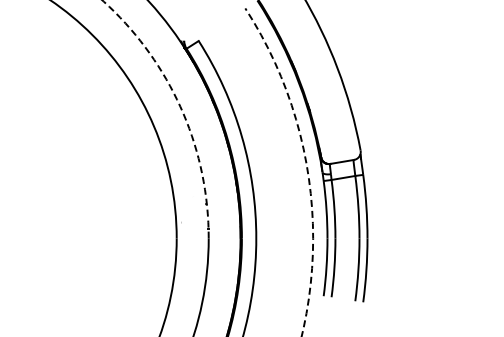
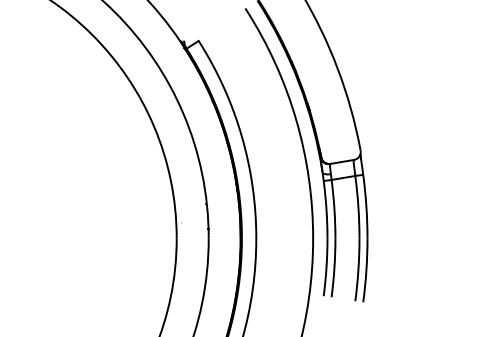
arc at (180, 106): dashed -> solid
arc at (307, 167): dashed -> solid
